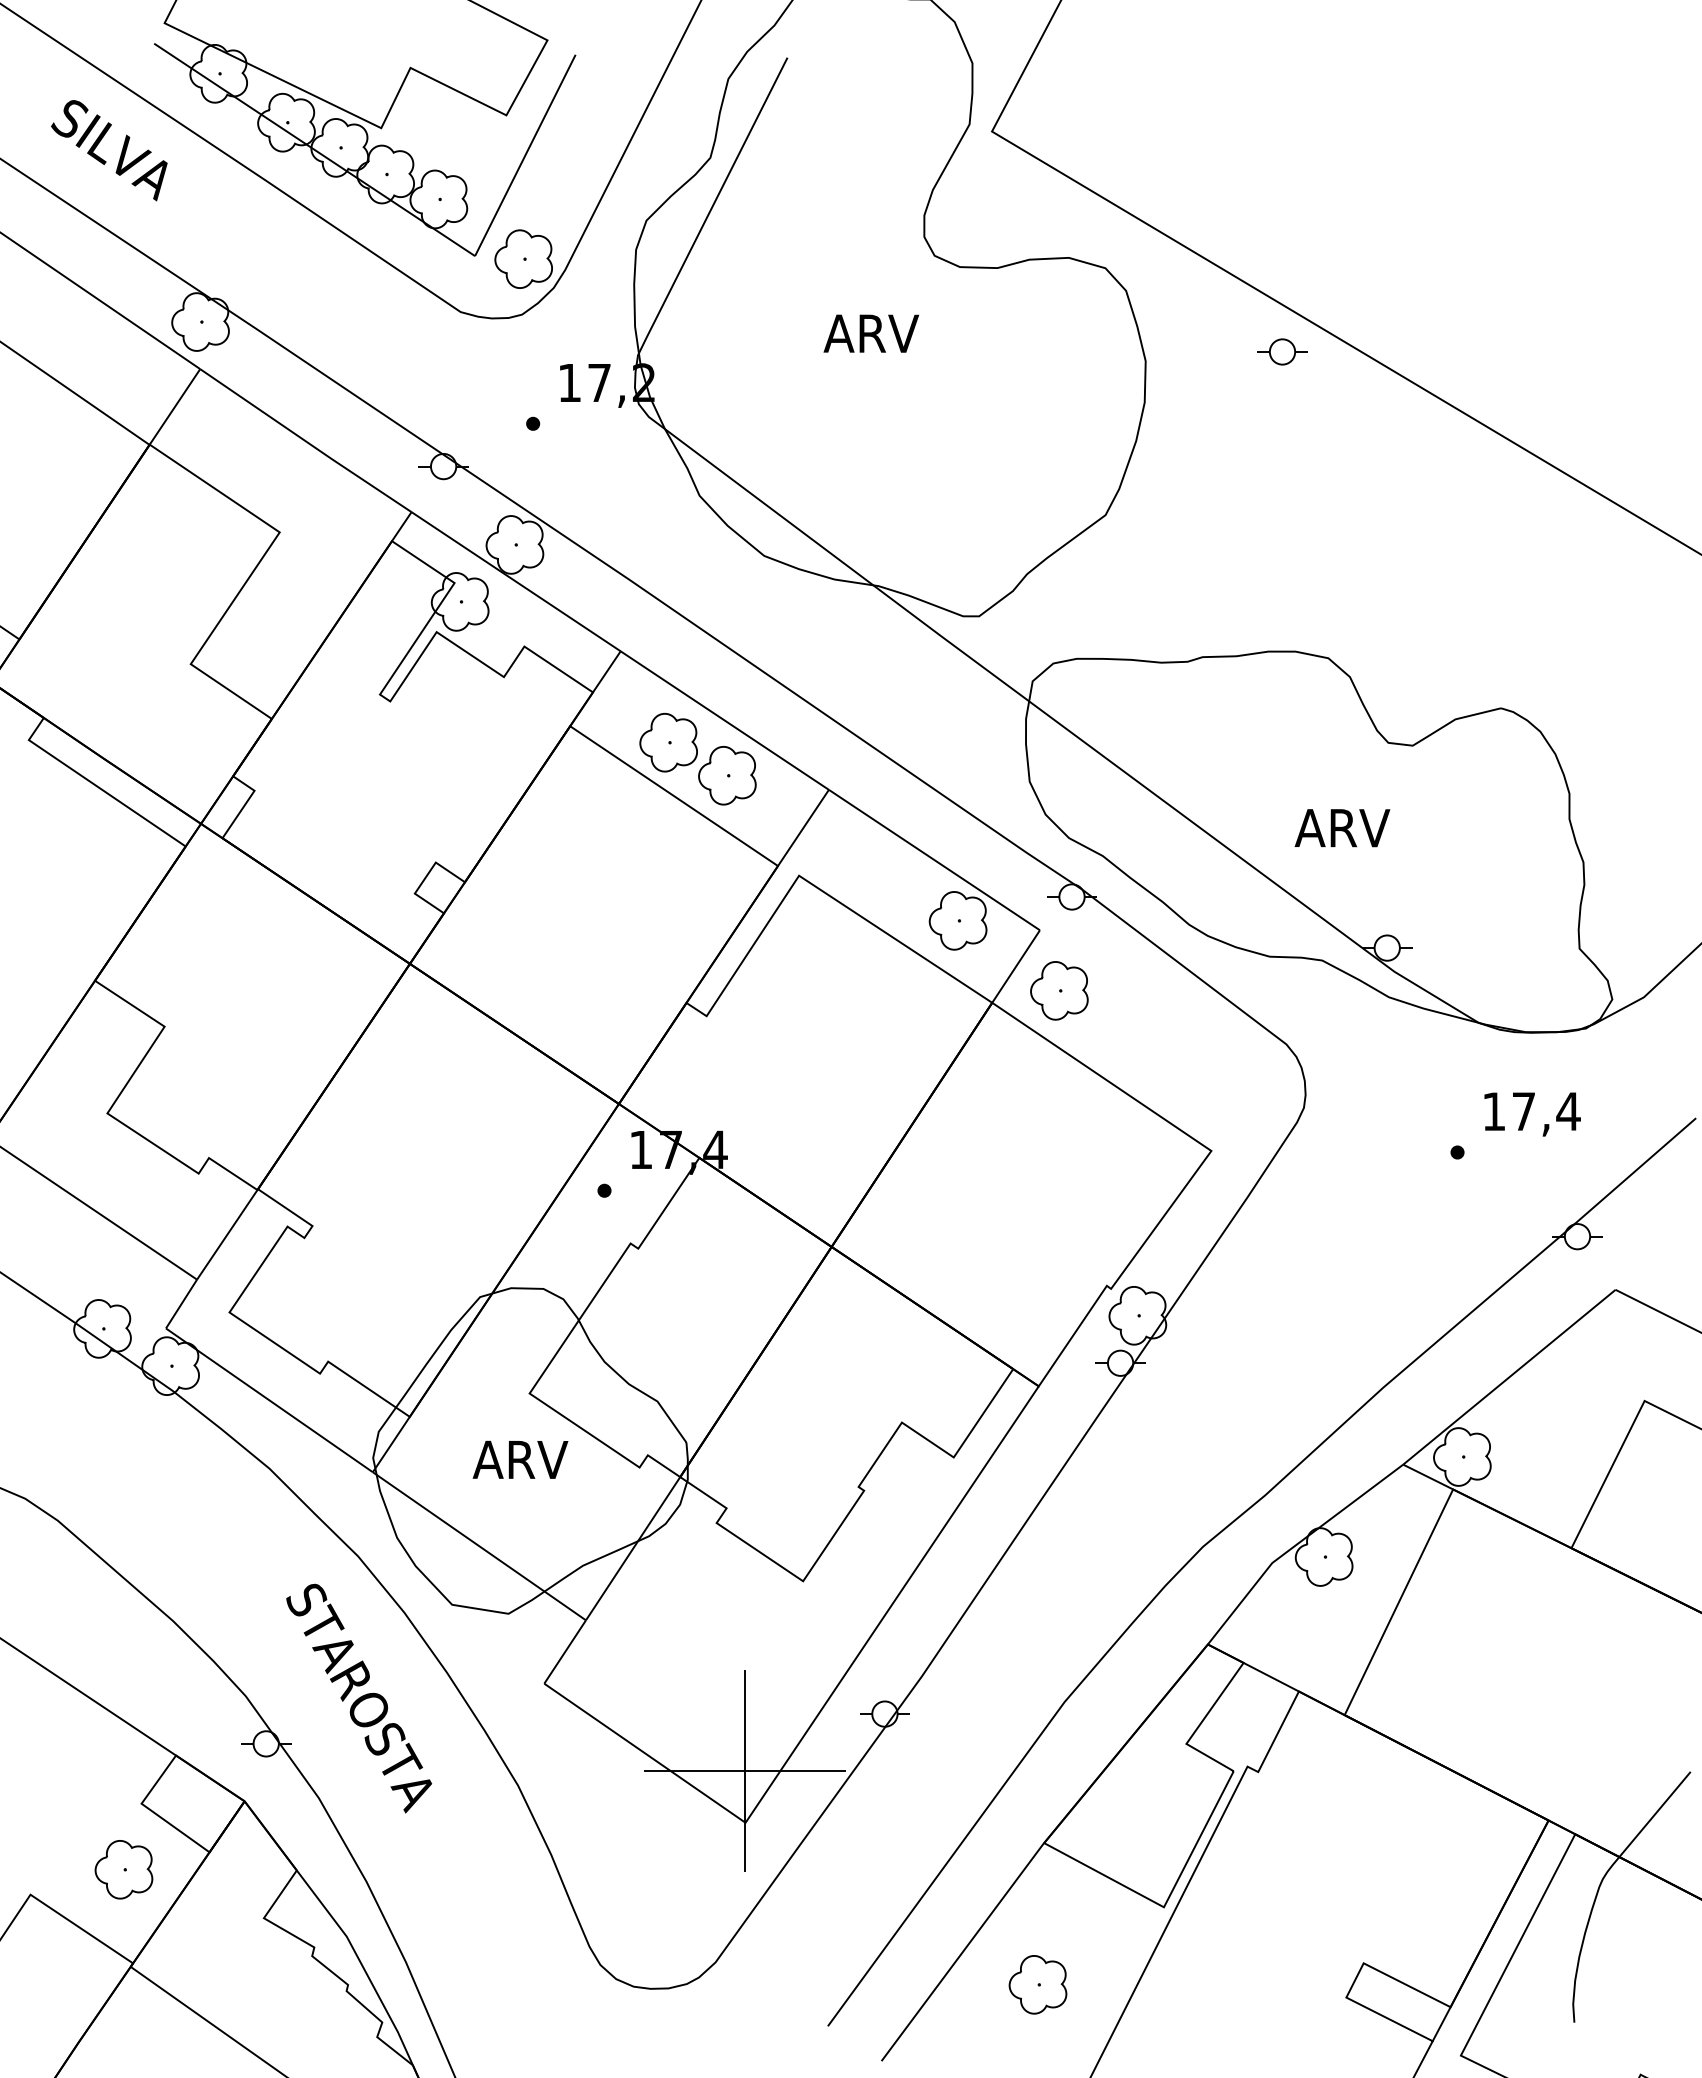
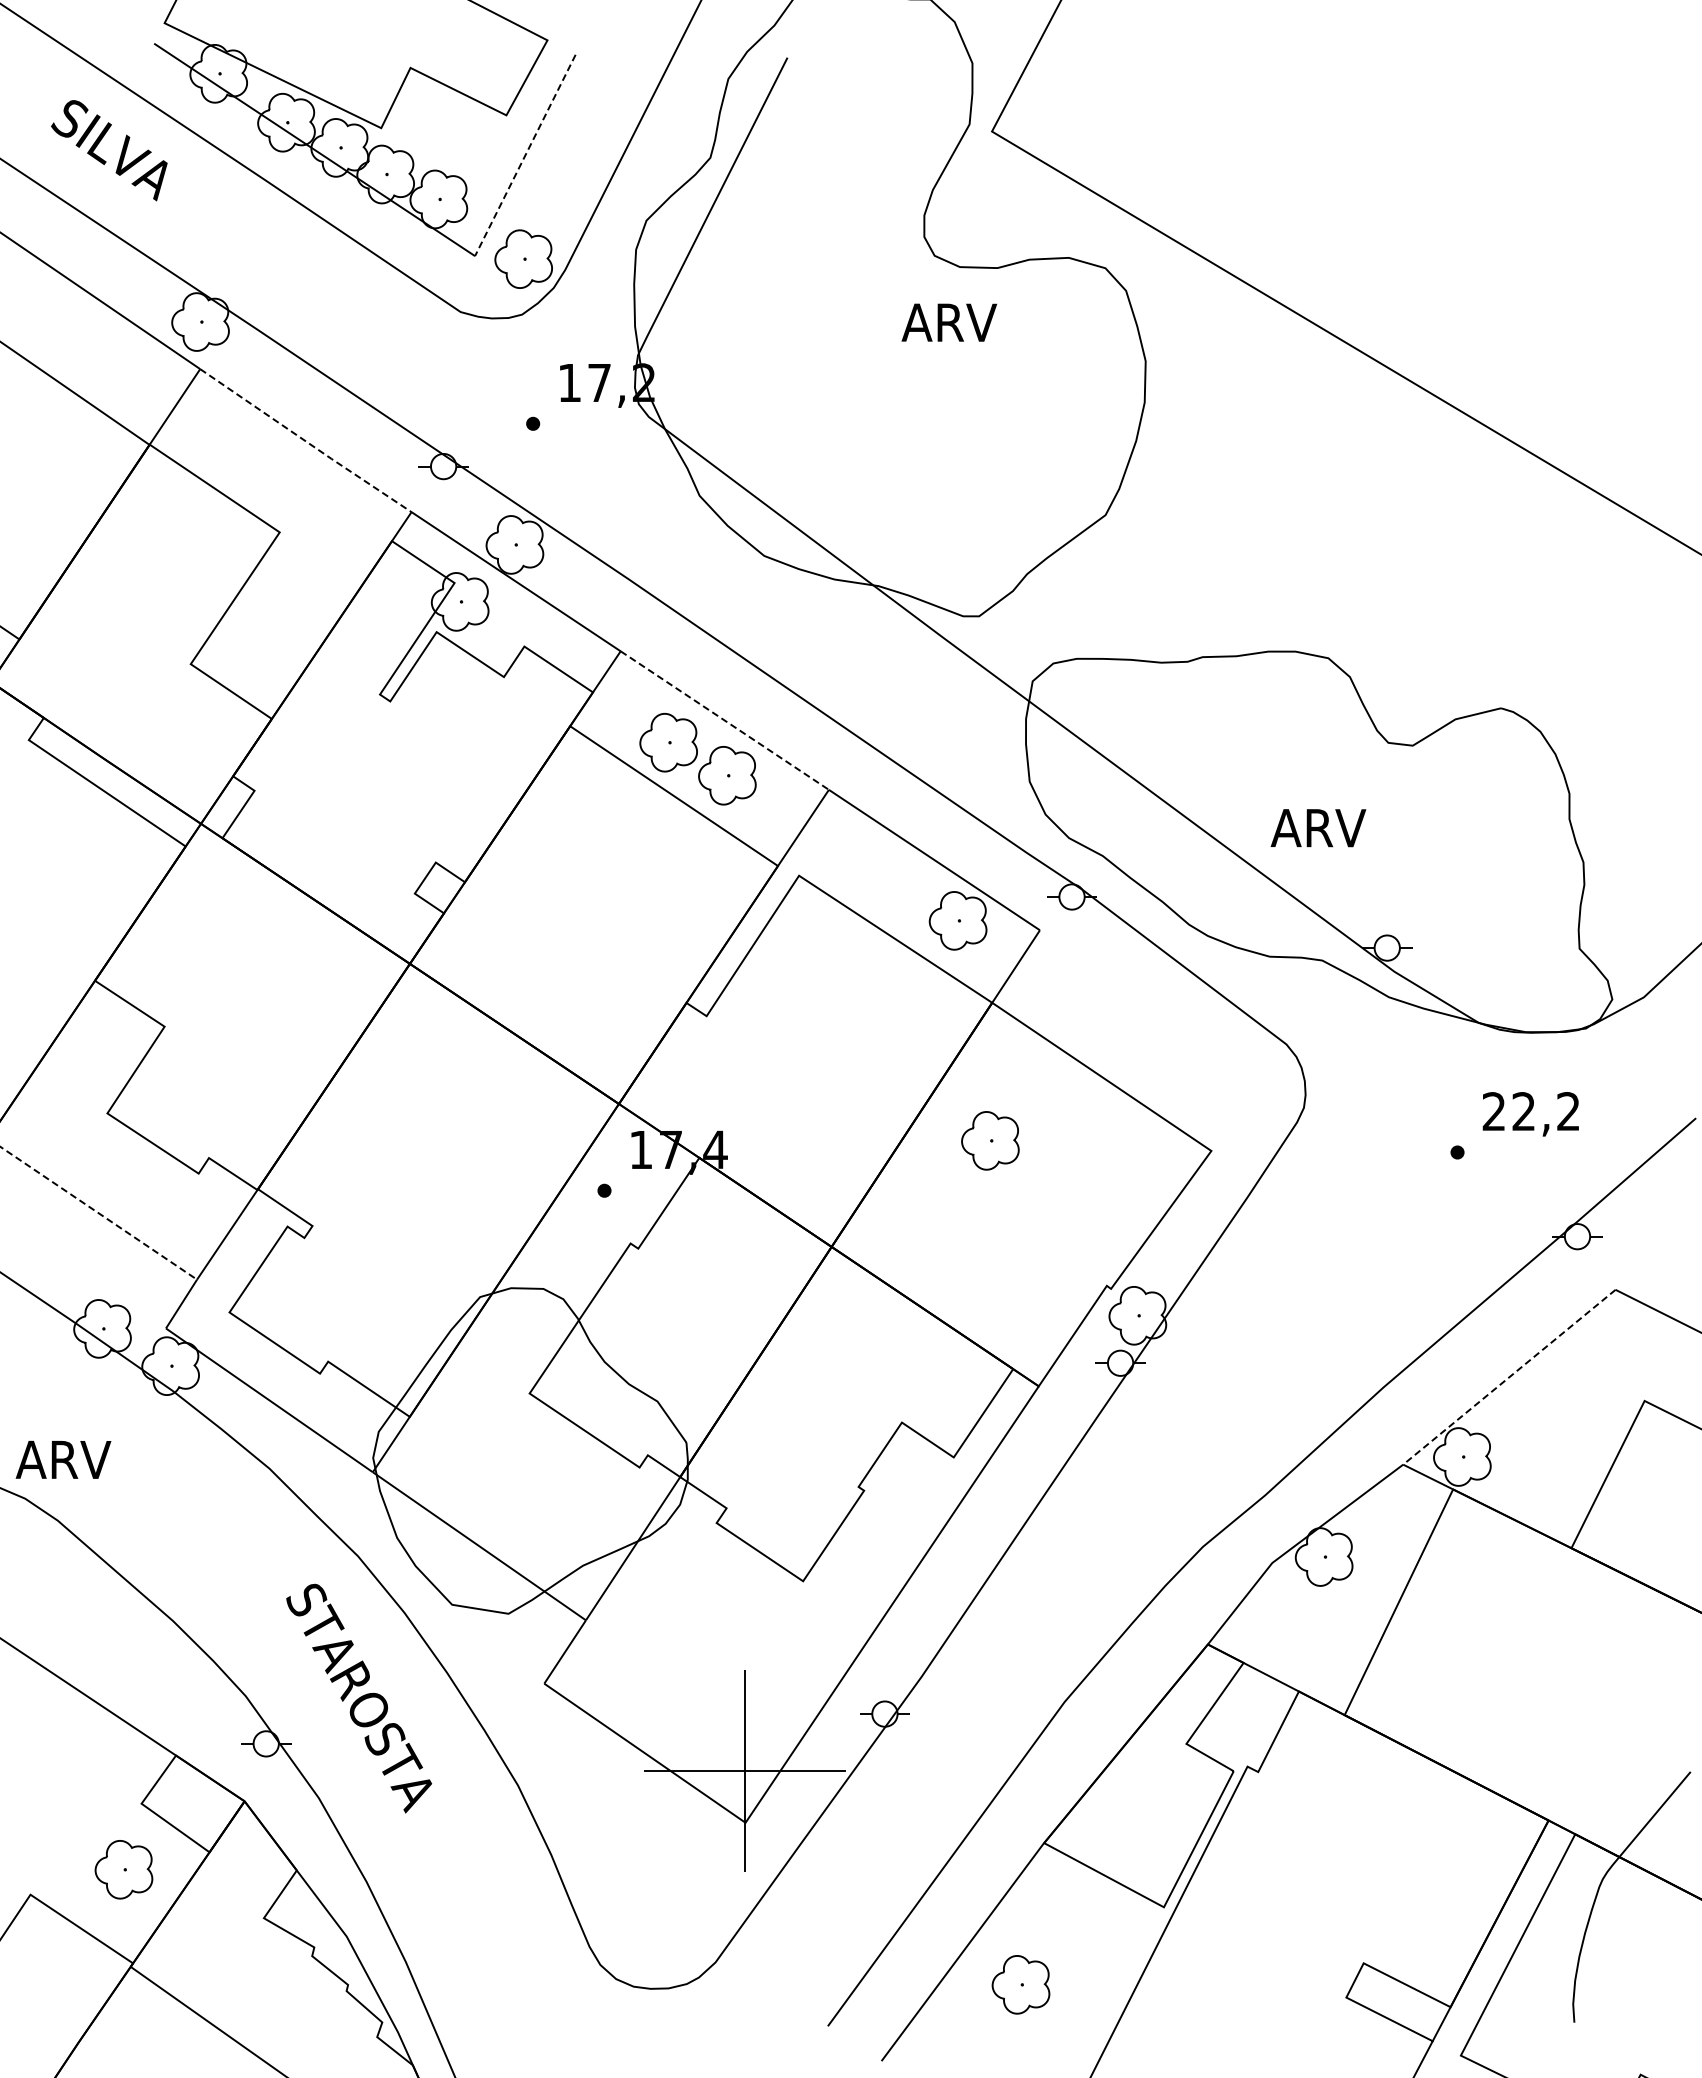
line at (525, 155): solid -> dashed
text at (870, 333) position: (870, 333) -> (948, 322)
part at (1282, 351): present -> none
line at (306, 441): solid -> dashed
line at (725, 720): solid -> dashed
text at (1342, 828) position: (1342, 828) -> (1318, 828)
part at (1059, 990) position: (1059, 990) -> (990, 1140)
text at (1531, 1111): 17,4 -> 22,2
line at (99, 1213): solid -> dashed
line at (1509, 1377): solid -> dashed
text at (520, 1459) position: (520, 1459) -> (63, 1459)
part at (1037, 1984) position: (1037, 1984) -> (1020, 1984)
